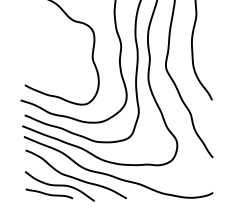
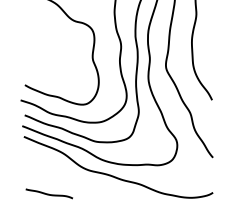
part at (75, 175): present -> none
